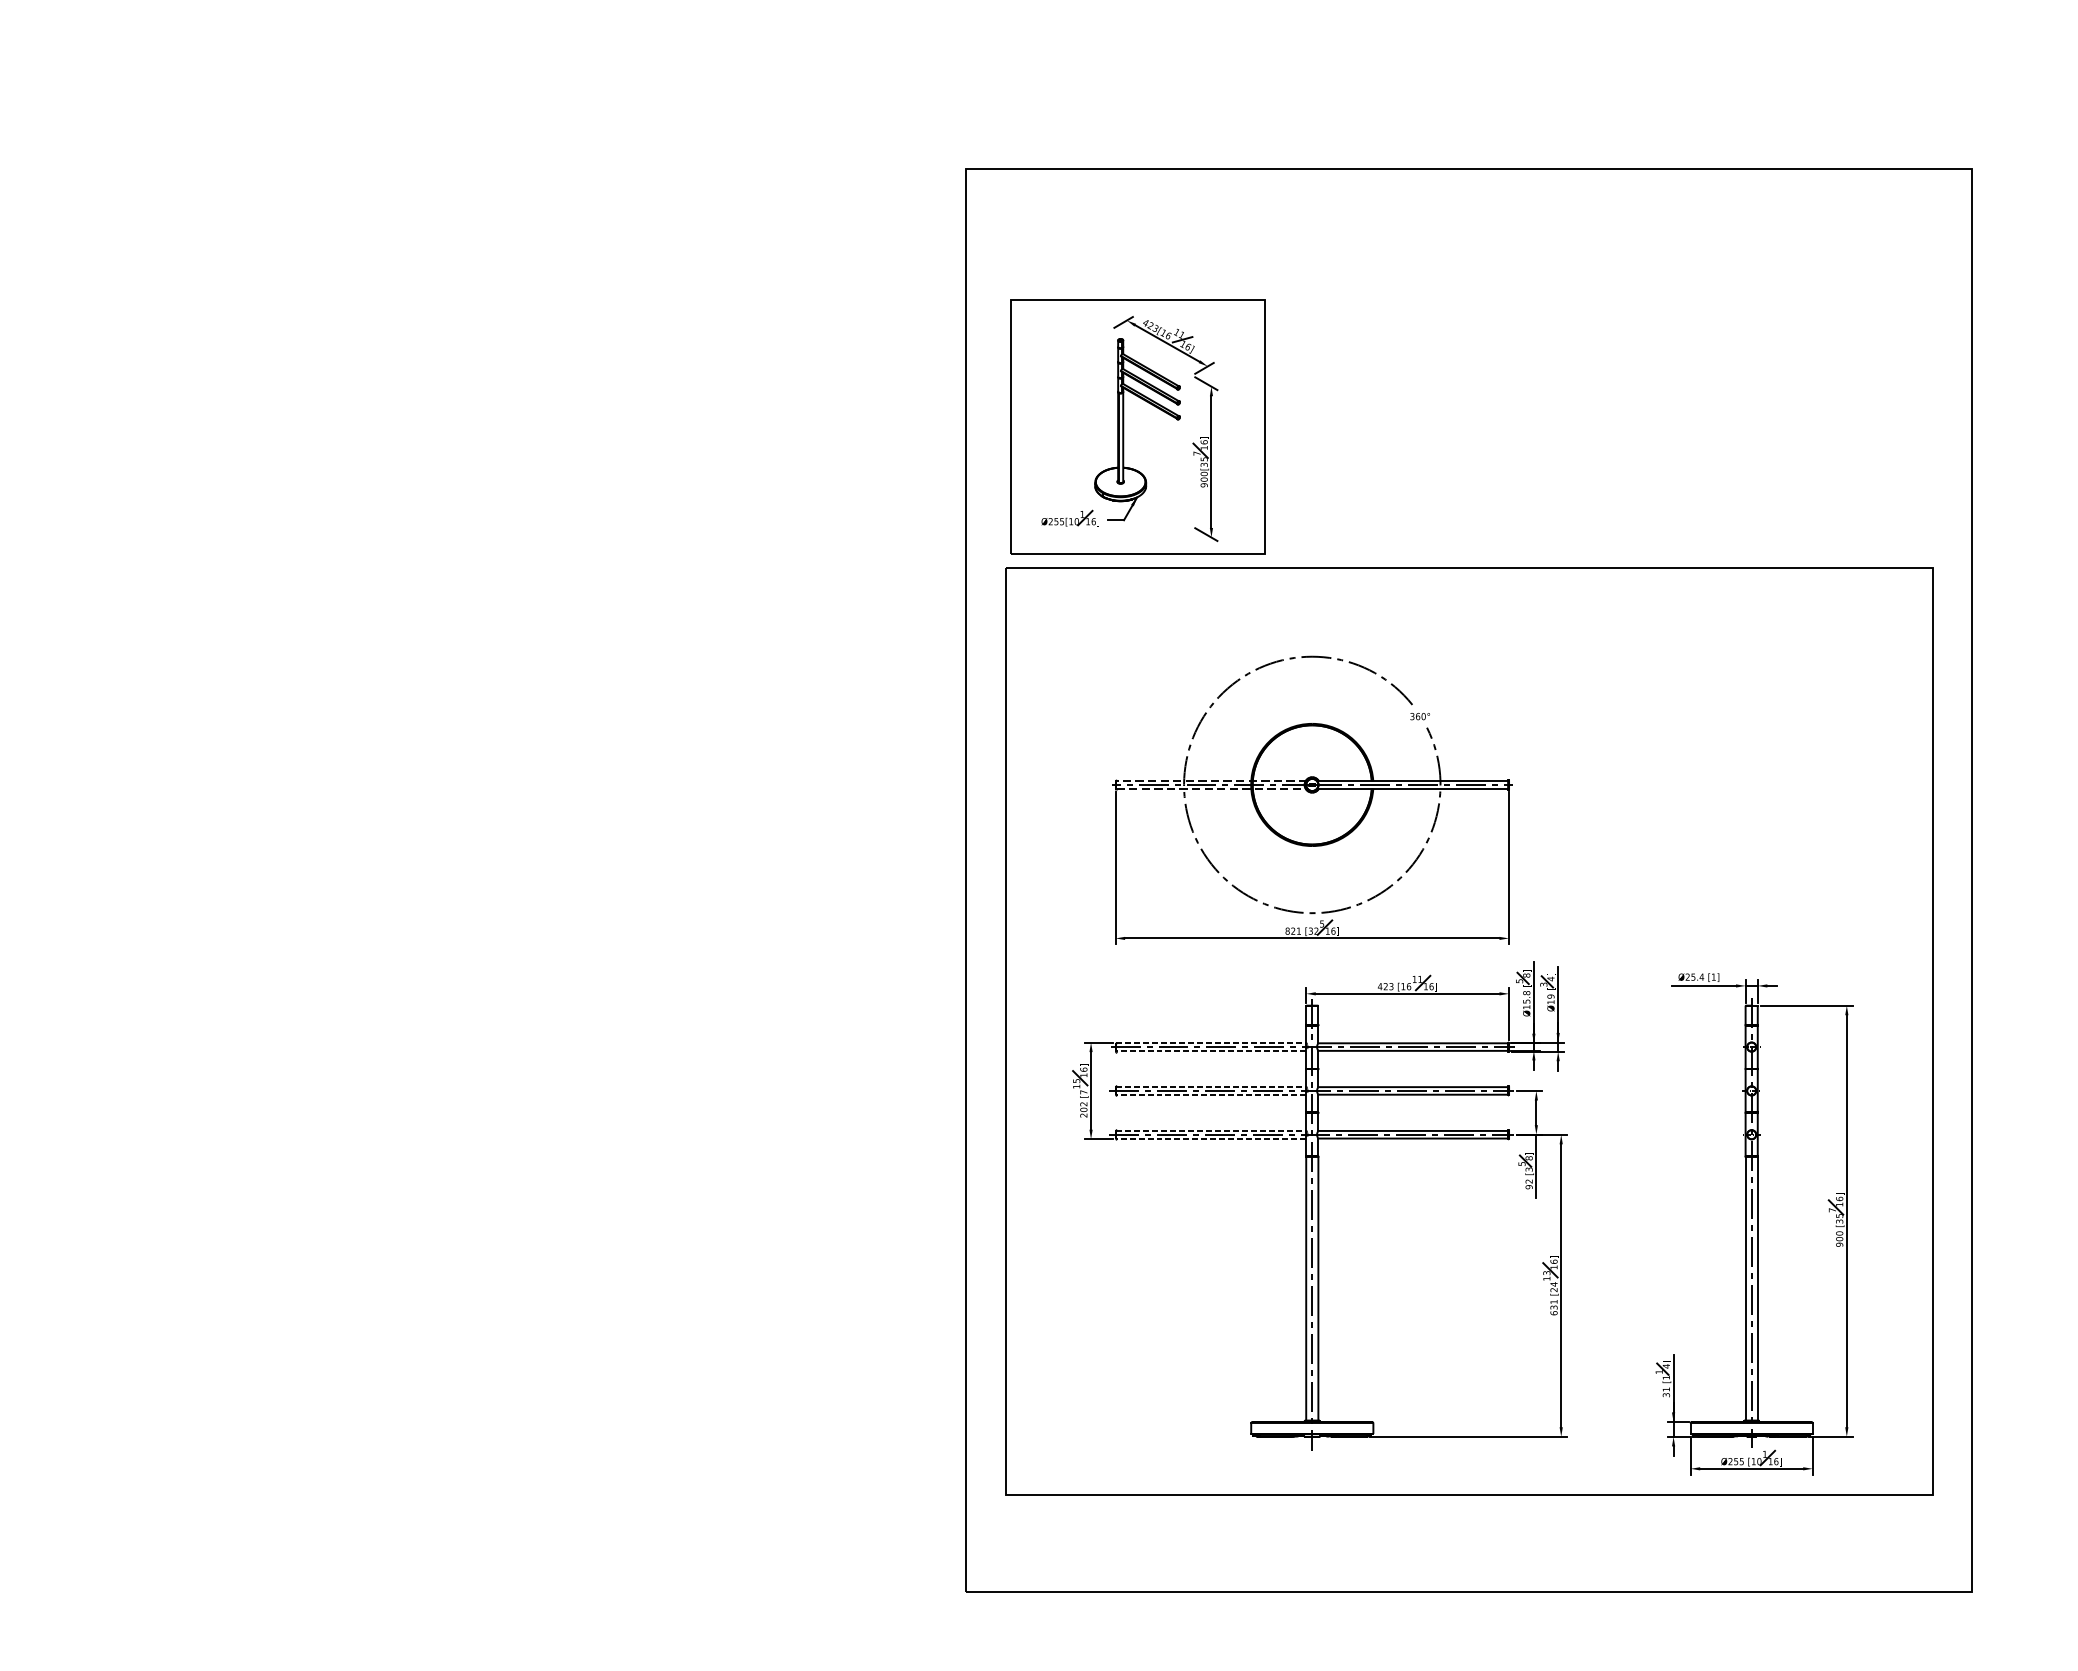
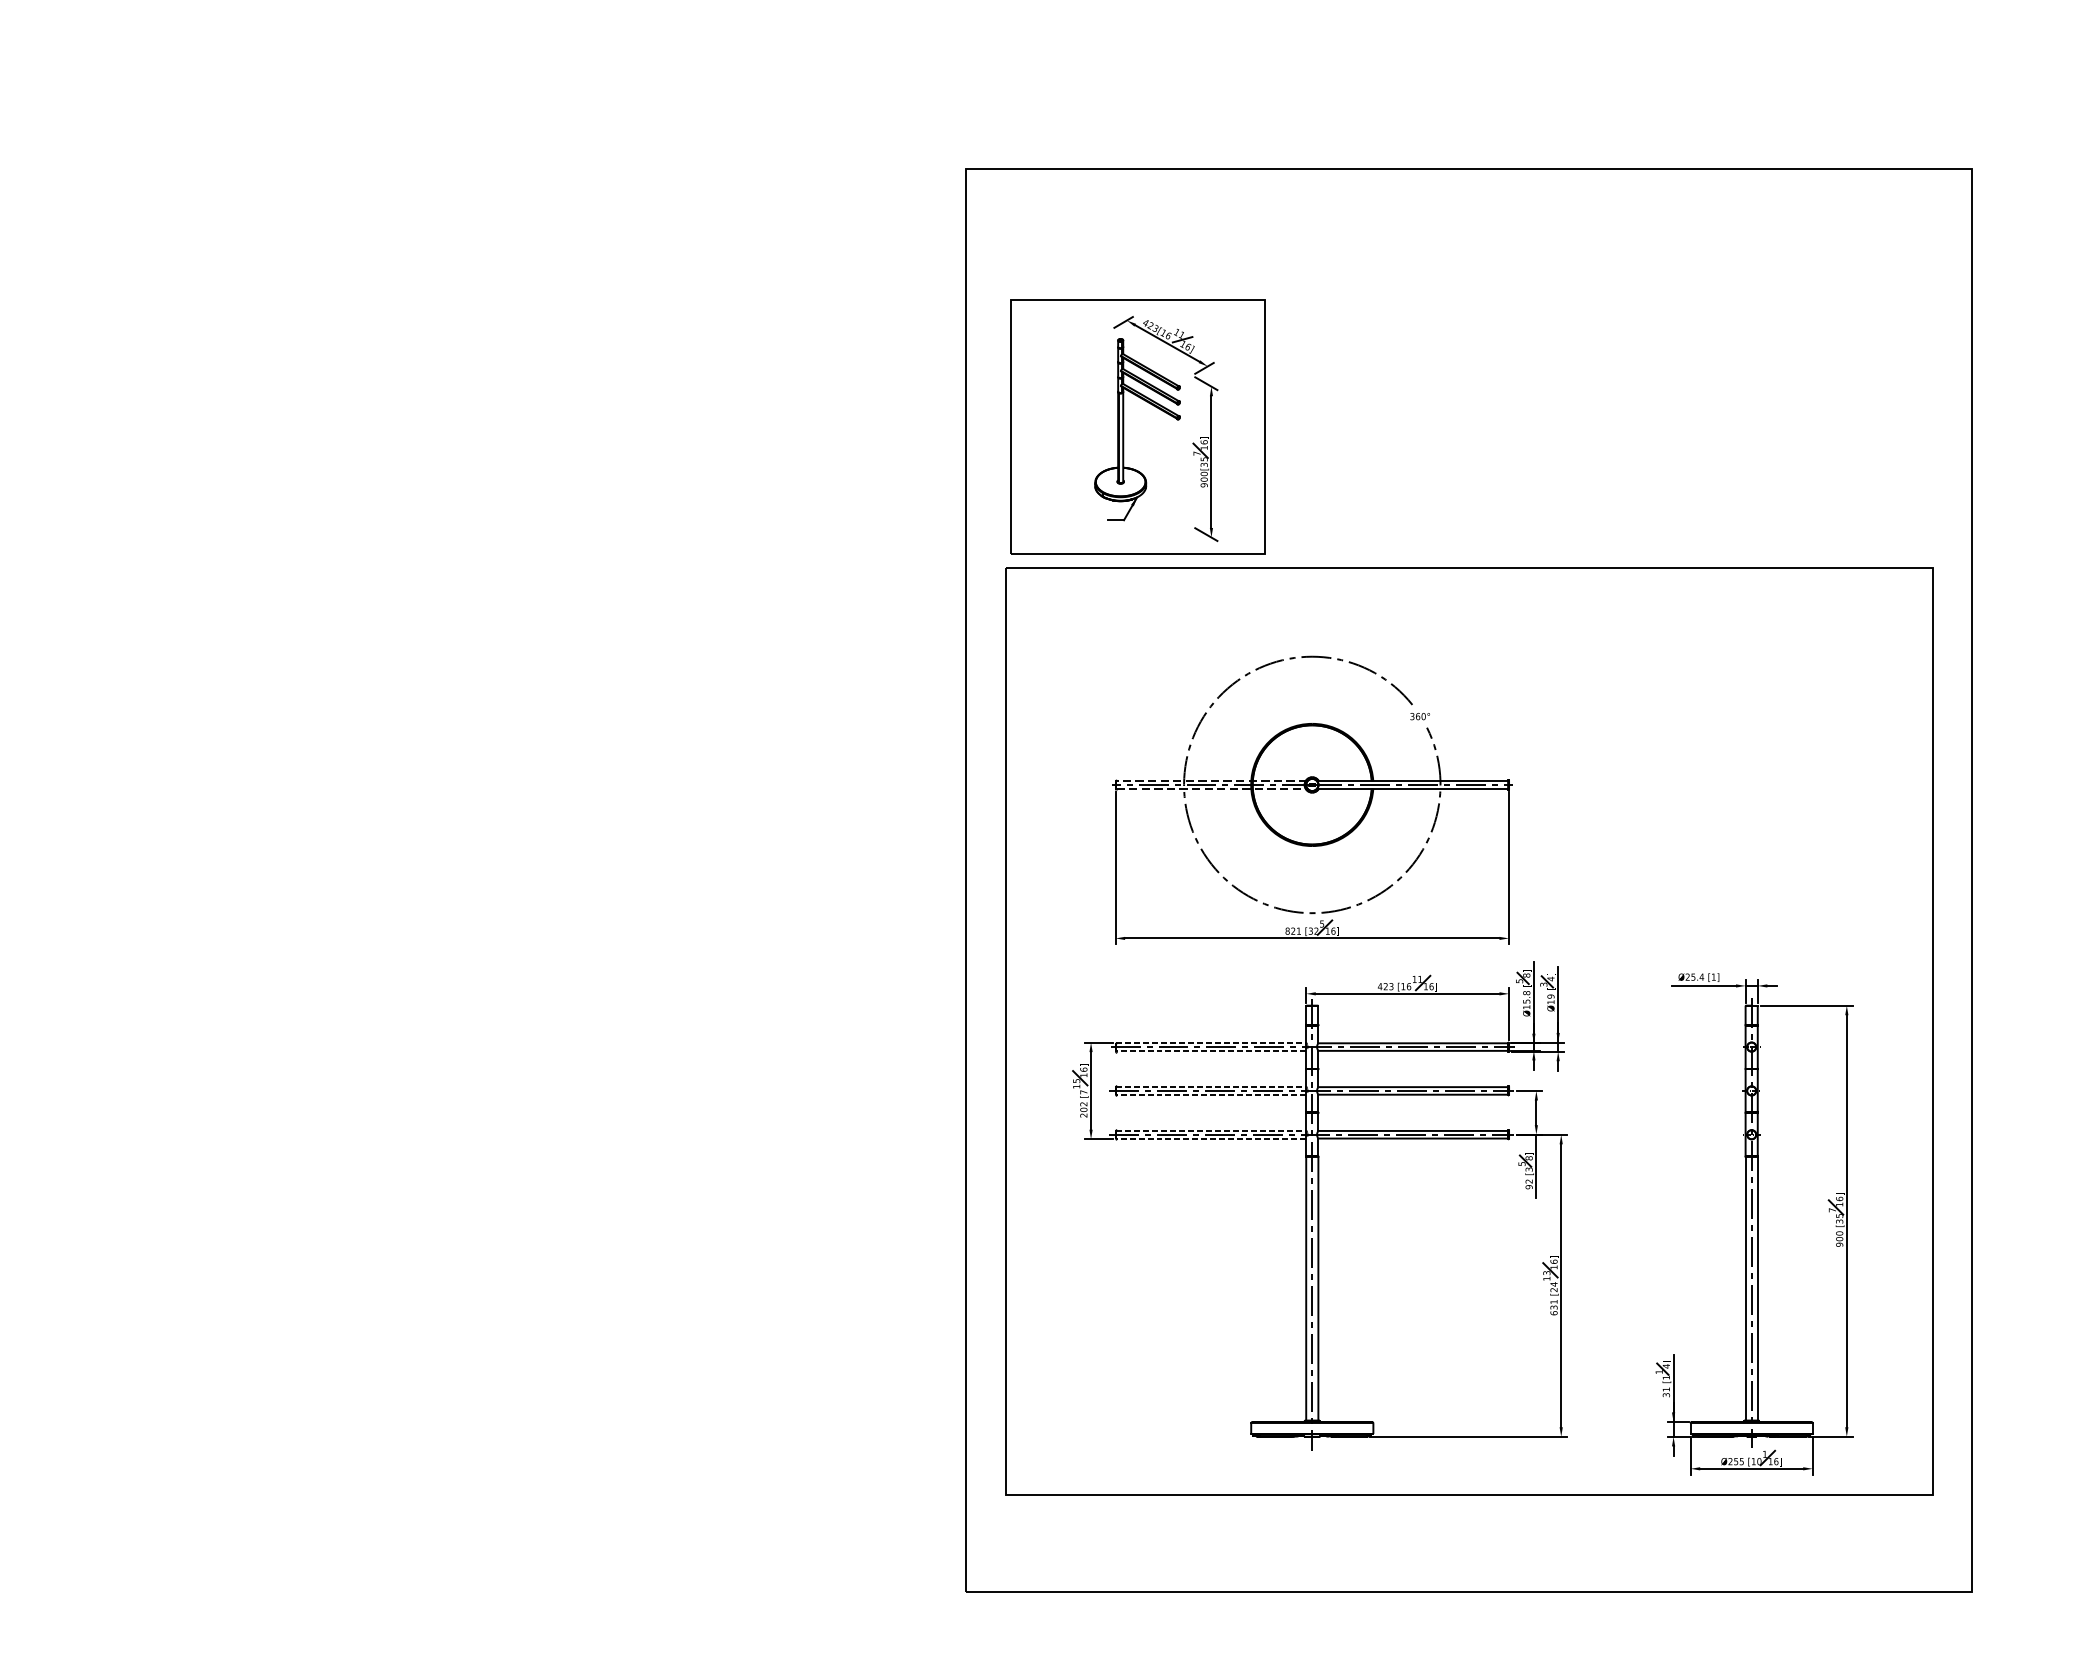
part at (1069, 517): present -> none
